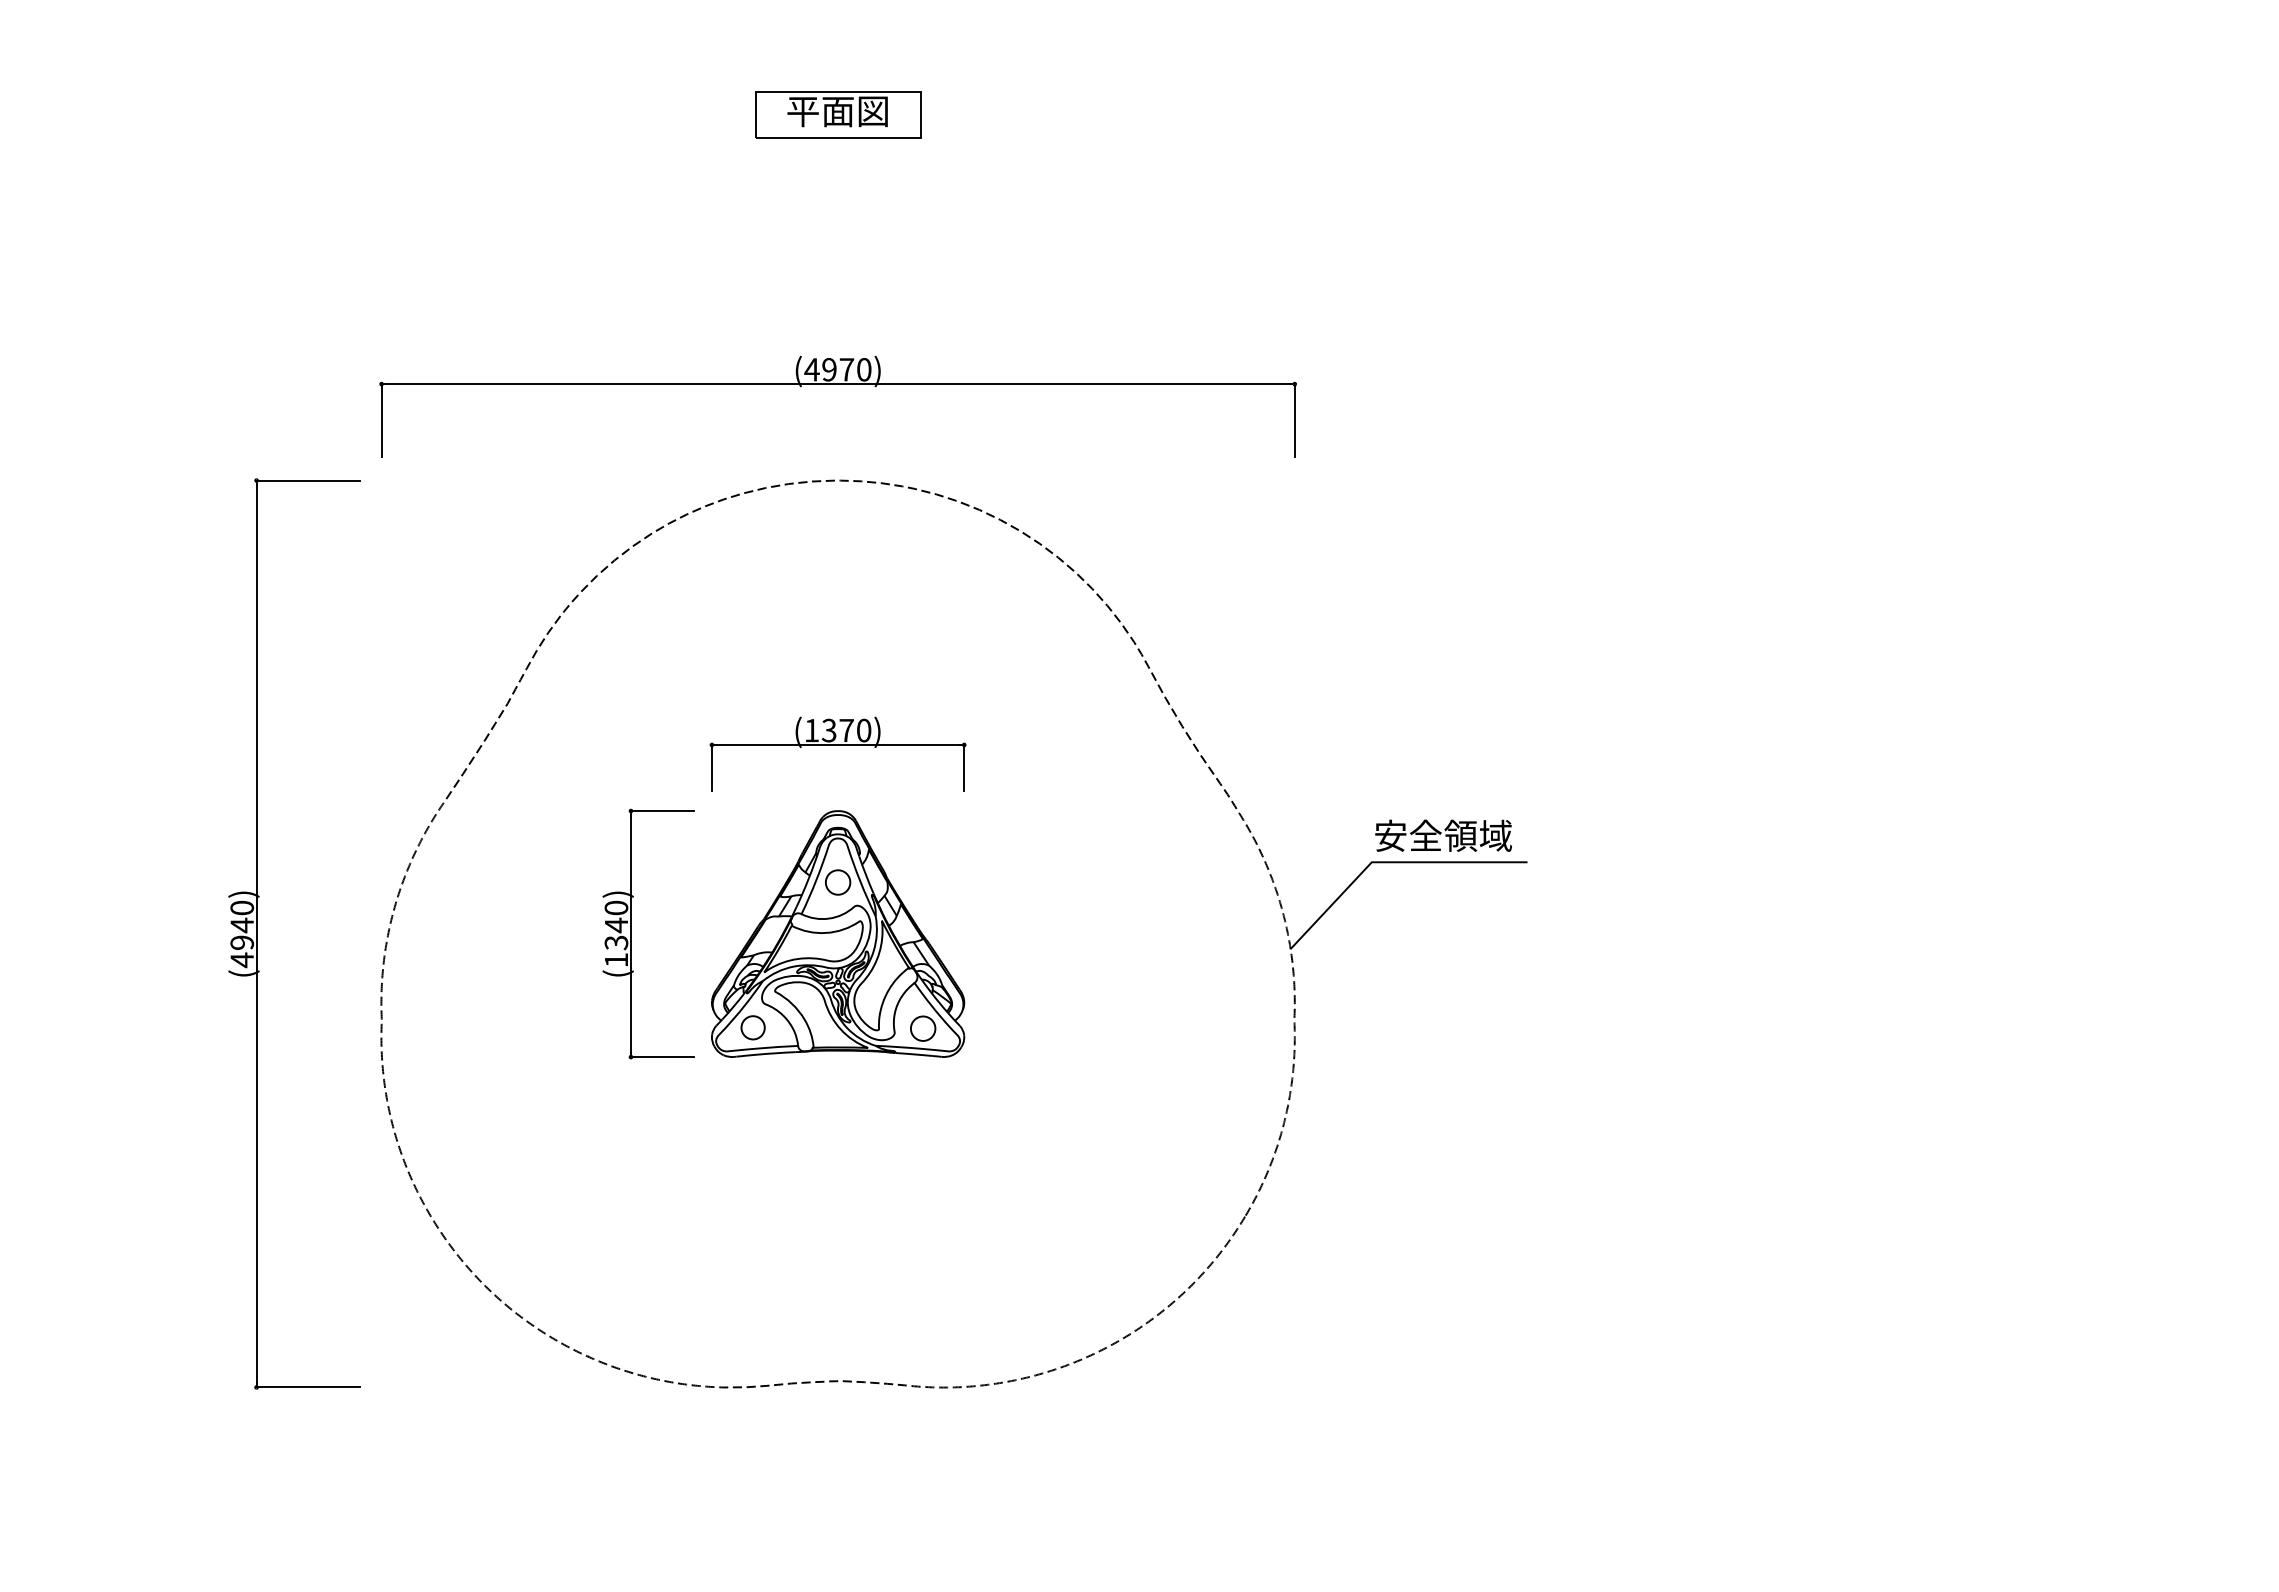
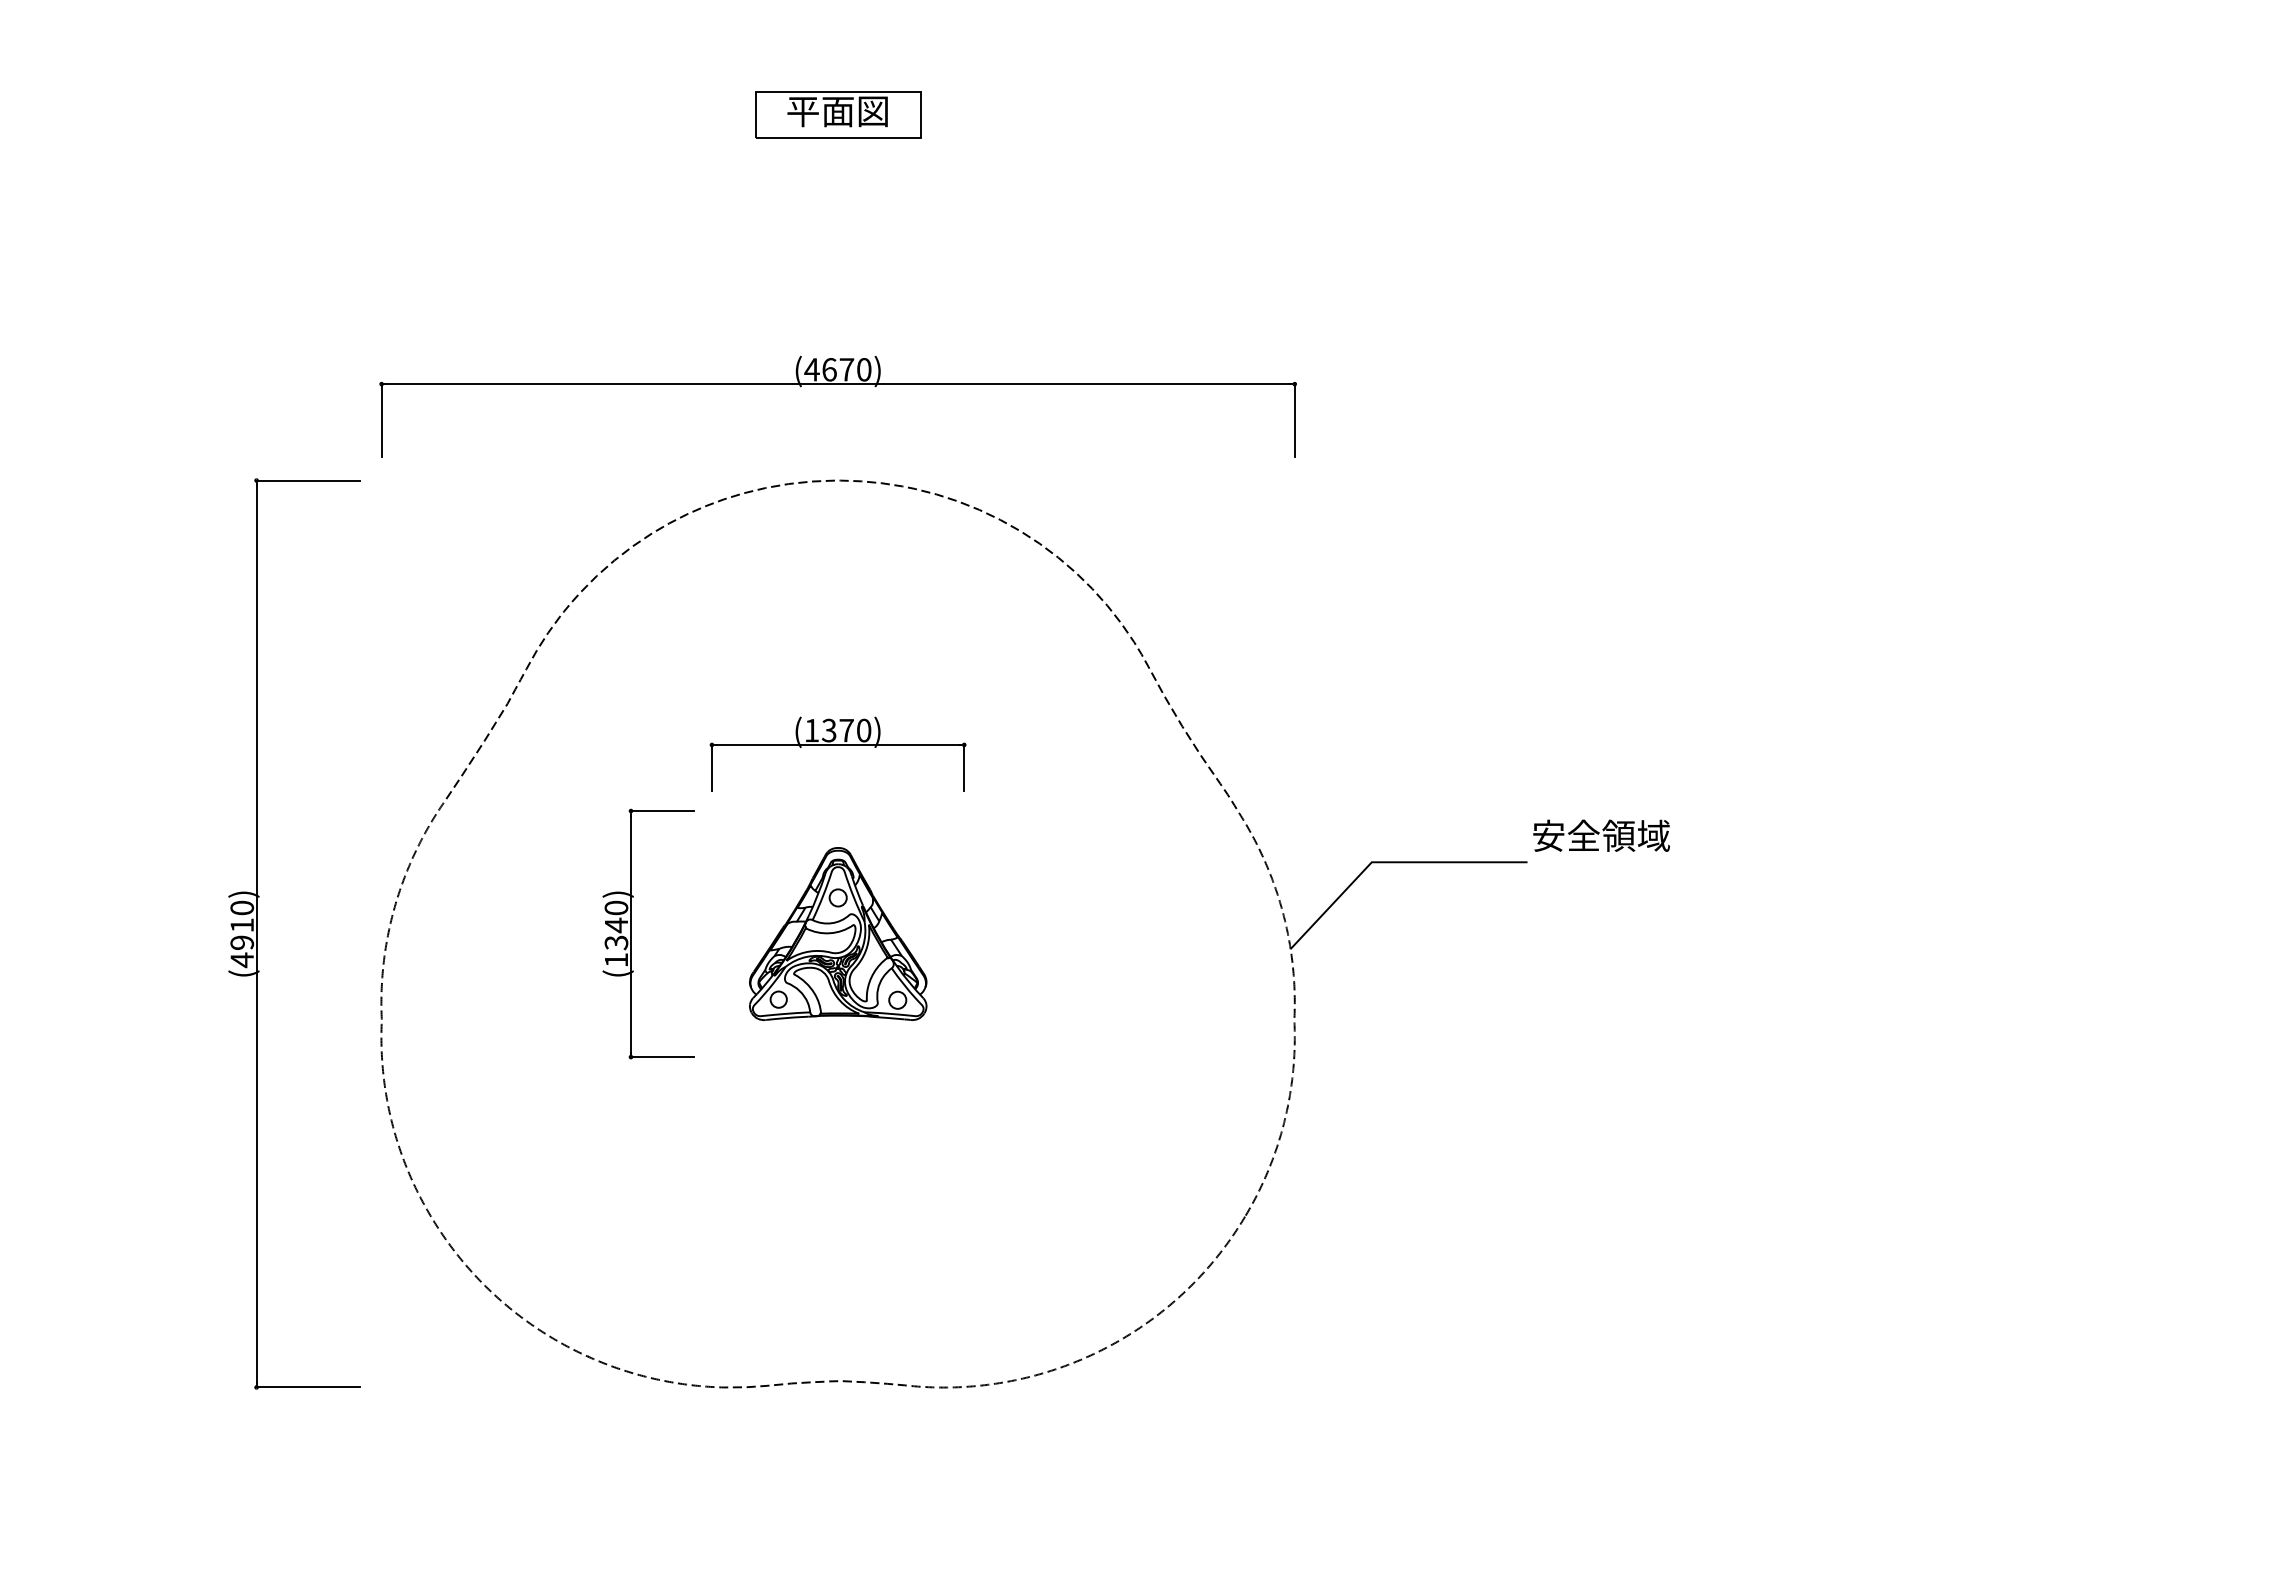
text at (829, 369): (4970) -> (4670)
text at (1443, 835) position: (1443, 835) -> (1601, 835)
text at (241, 925): (4940) -> (4910)
part at (838, 933) size: 255x248 px -> 179x174 px
